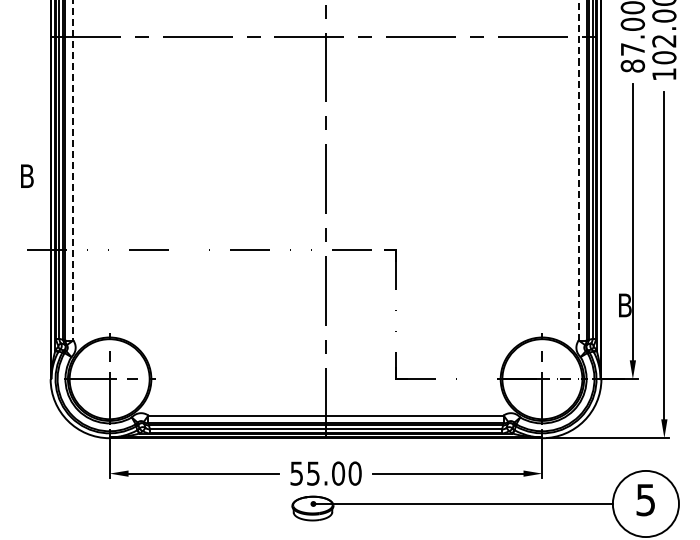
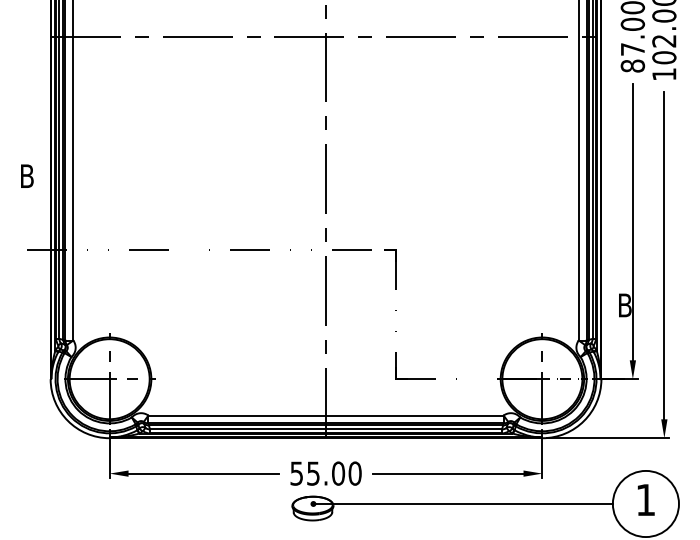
line at (578, 169): dashed -> solid
line at (73, 170): dashed -> solid
text at (645, 500): 5 -> 1
